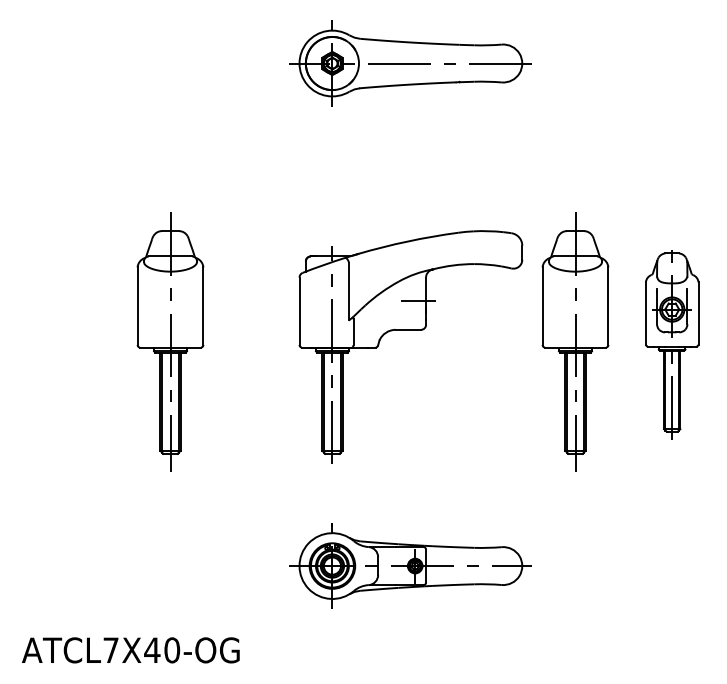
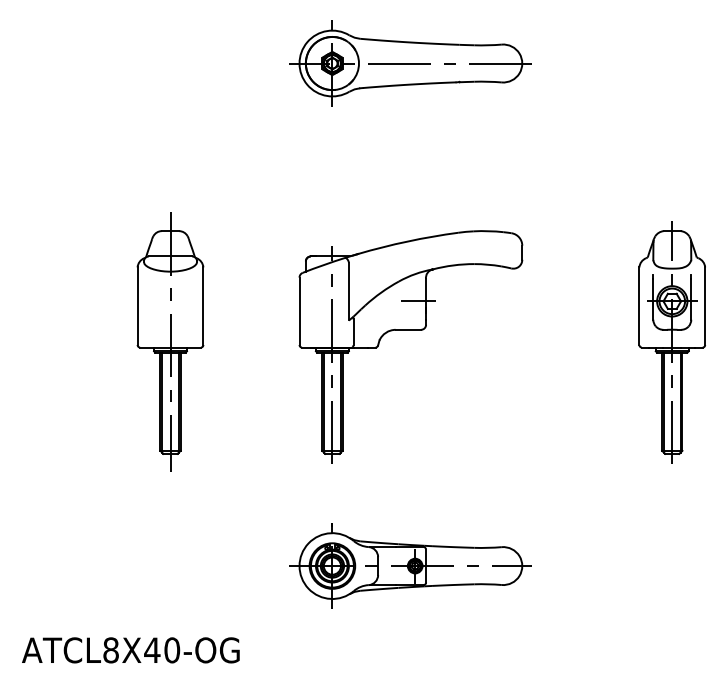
part at (575, 341): present -> none
part at (672, 344) size: 55x190 px -> 68x243 px
text at (110, 650): ATCL7X40-OG -> ATCL8X40-OG
